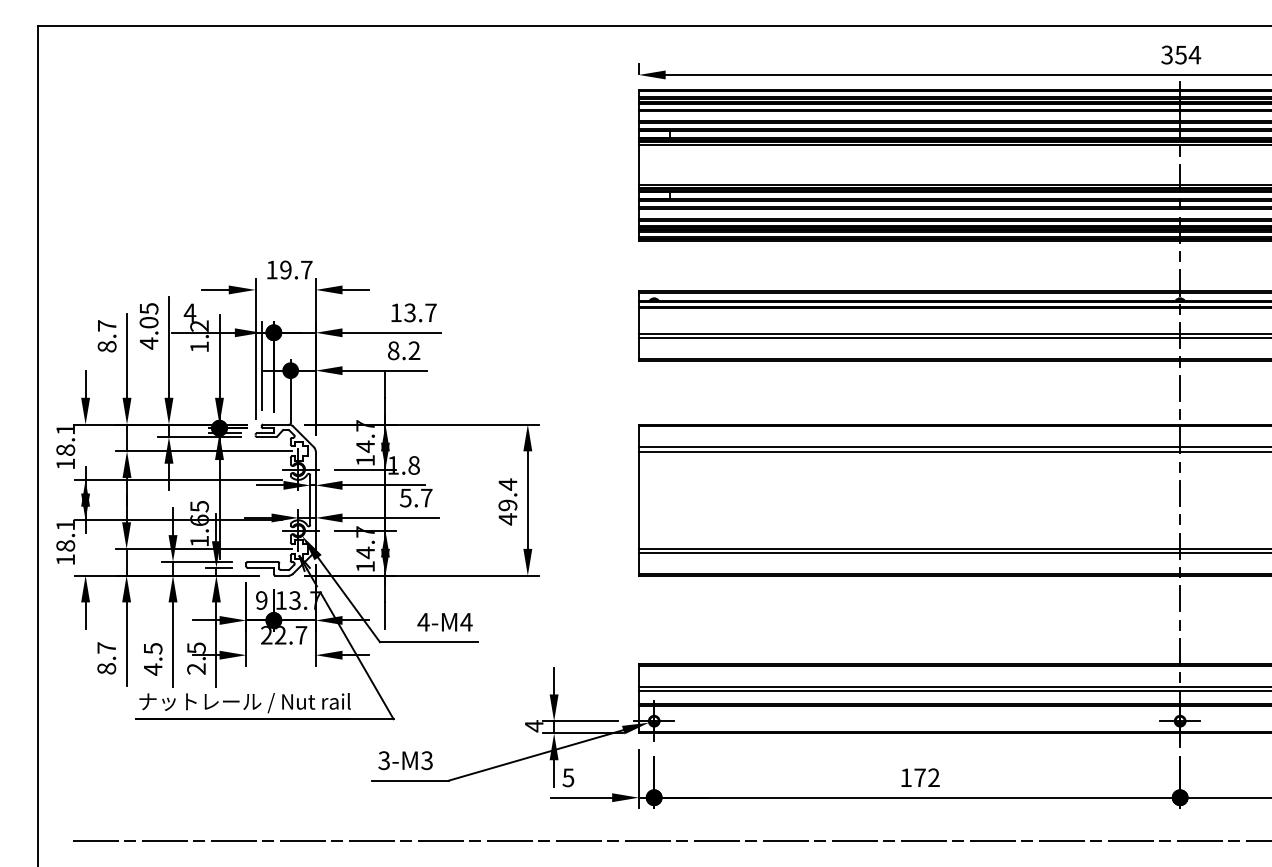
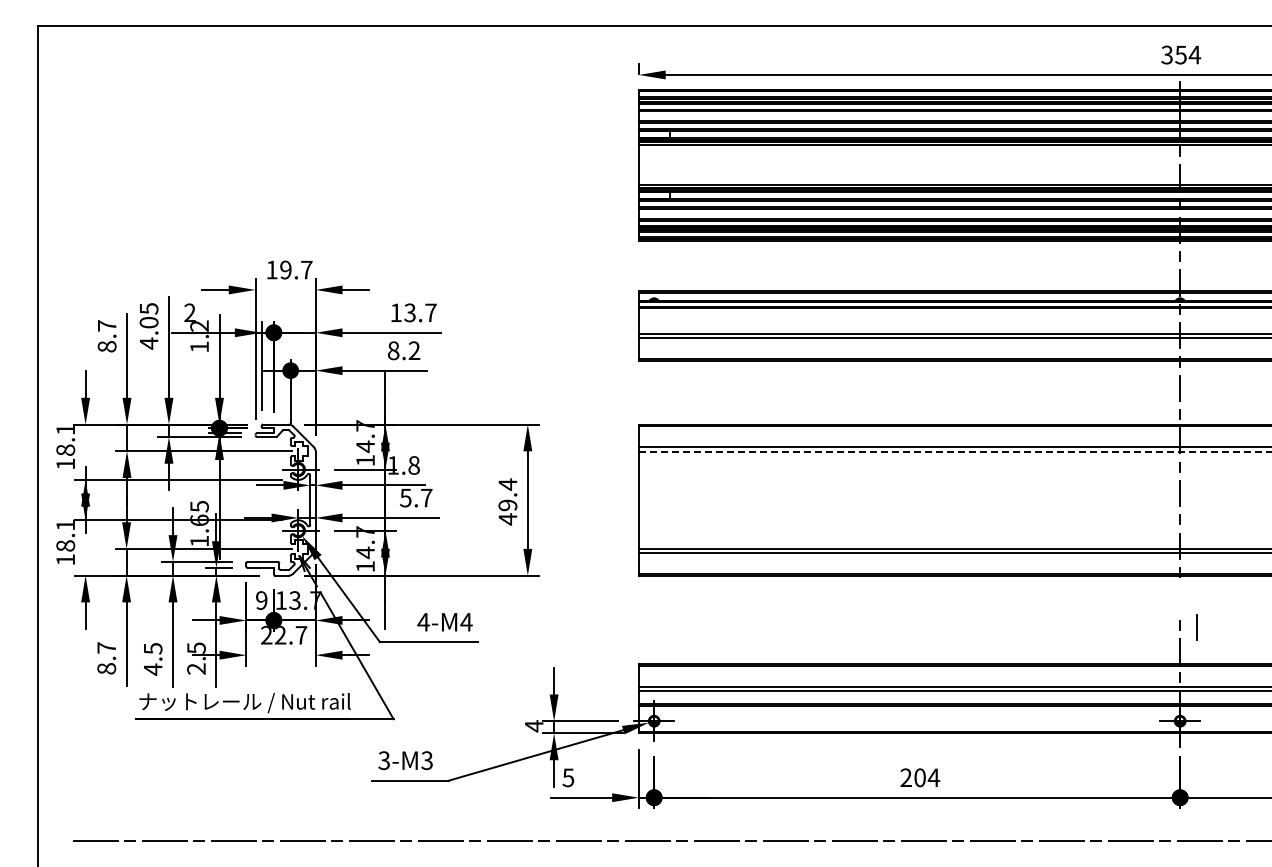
text at (189, 312): 4 -> 2
line at (955, 451): solid -> dashed
line at (1179, 598) position: (1179, 598) -> (1196, 627)
text at (920, 777): 172 -> 204
